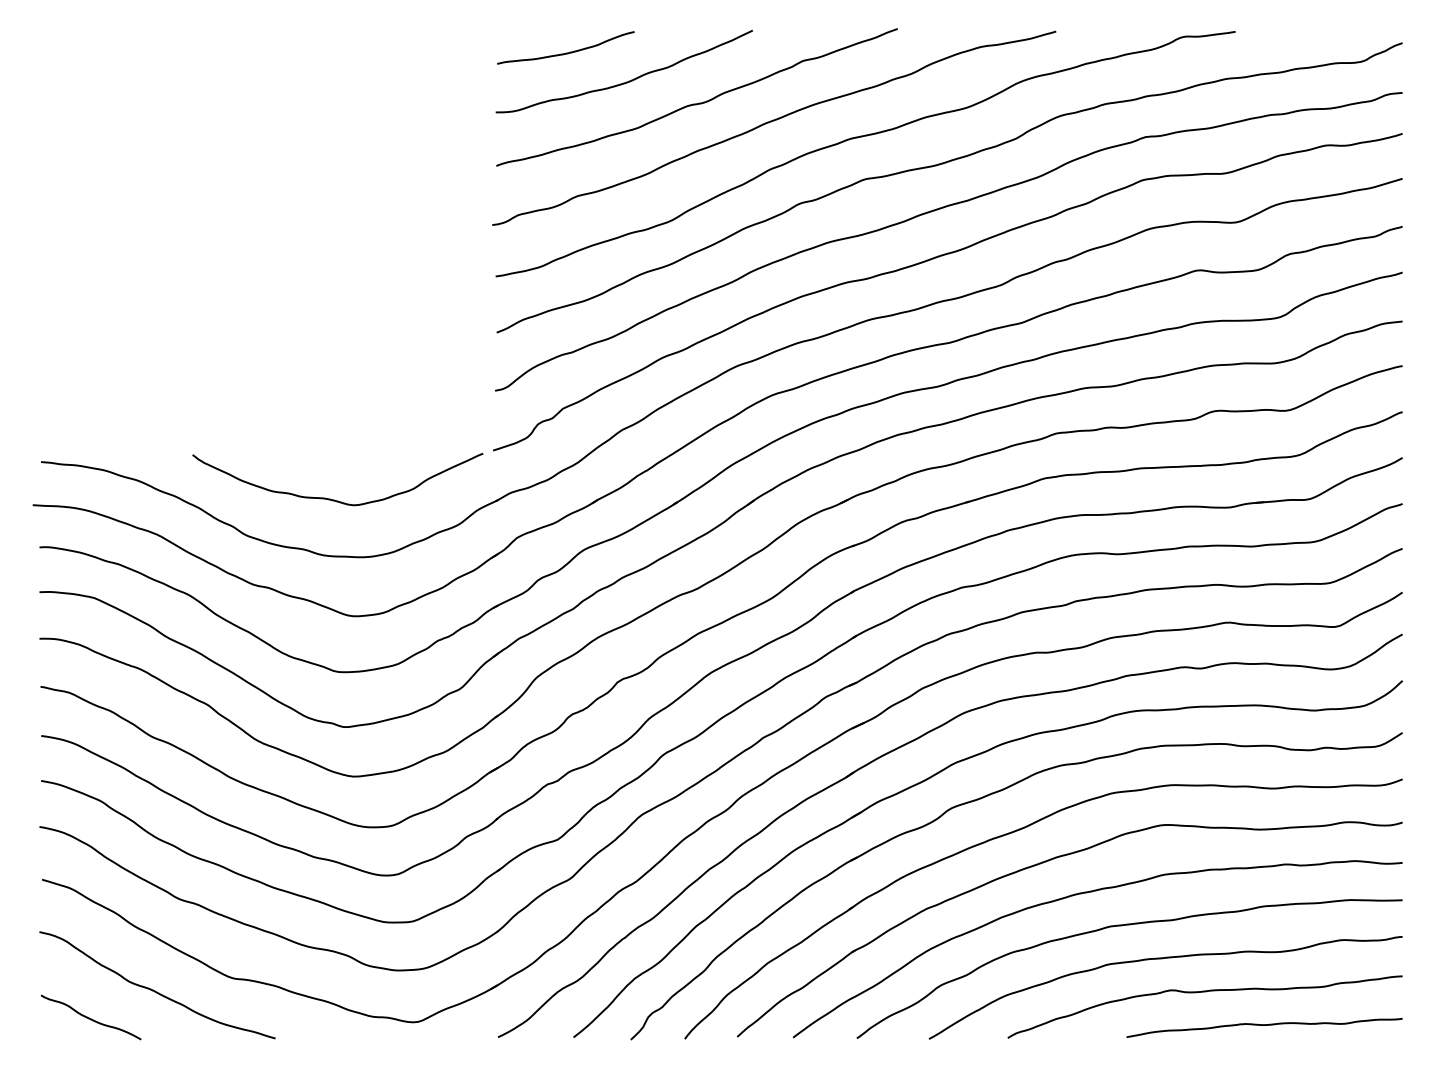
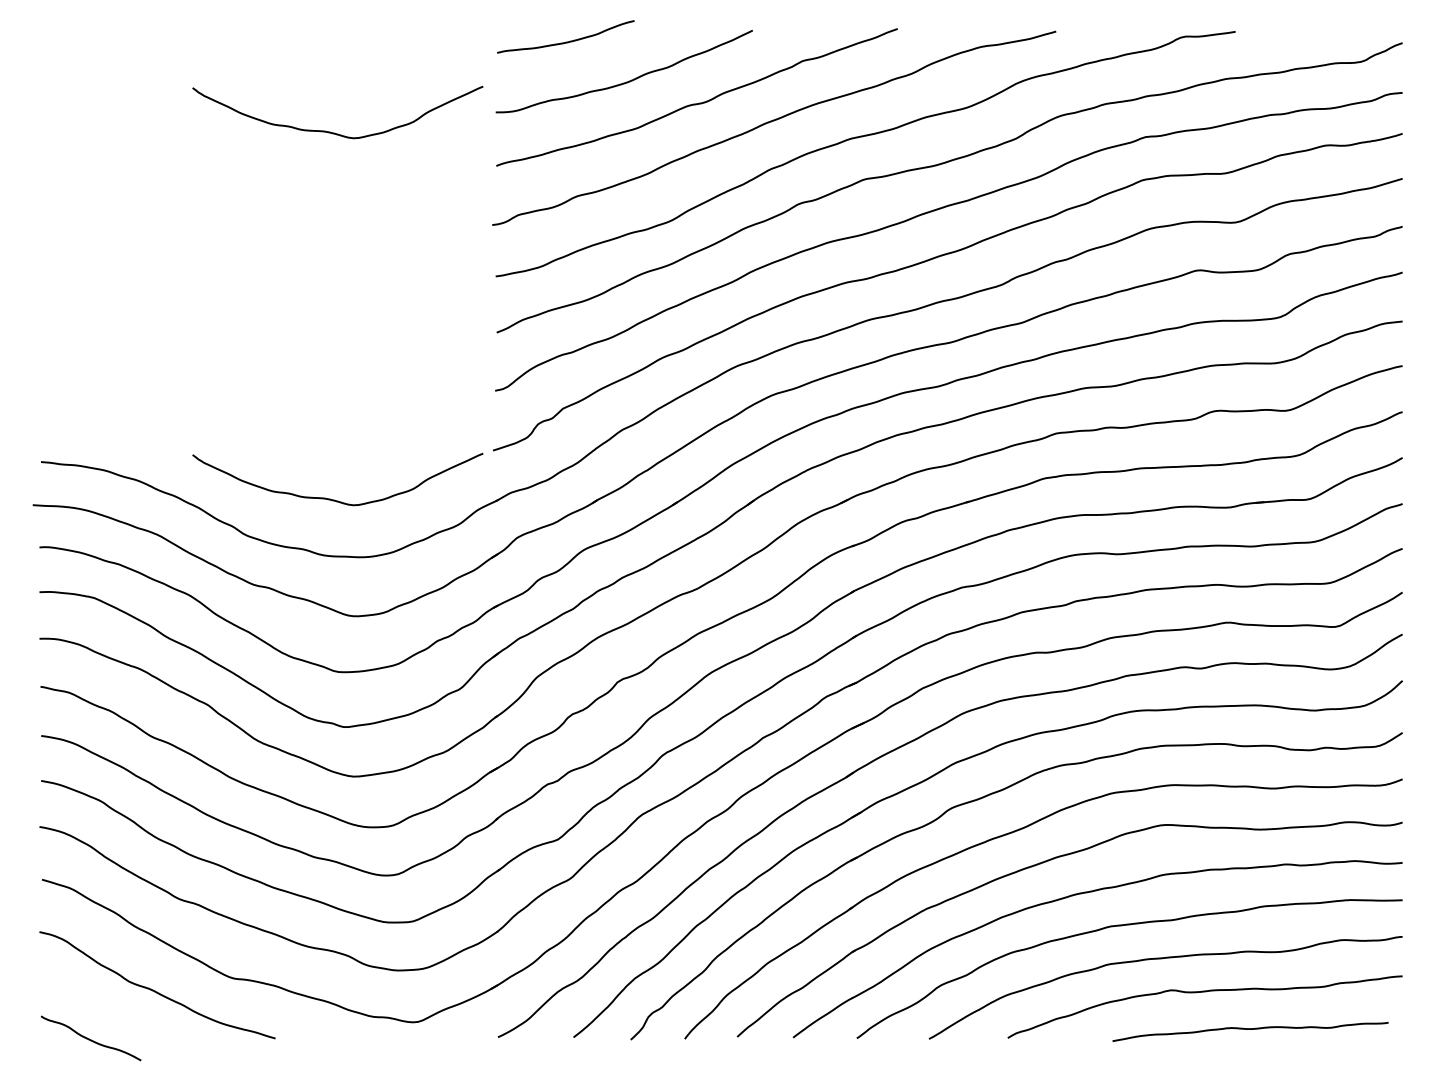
curve at (565, 52) position: (565, 52) -> (565, 41)
curve at (334, 132): none -> present
curve at (89, 1017) position: (89, 1017) -> (89, 1038)
curve at (1264, 1025) position: (1264, 1025) -> (1250, 1029)
